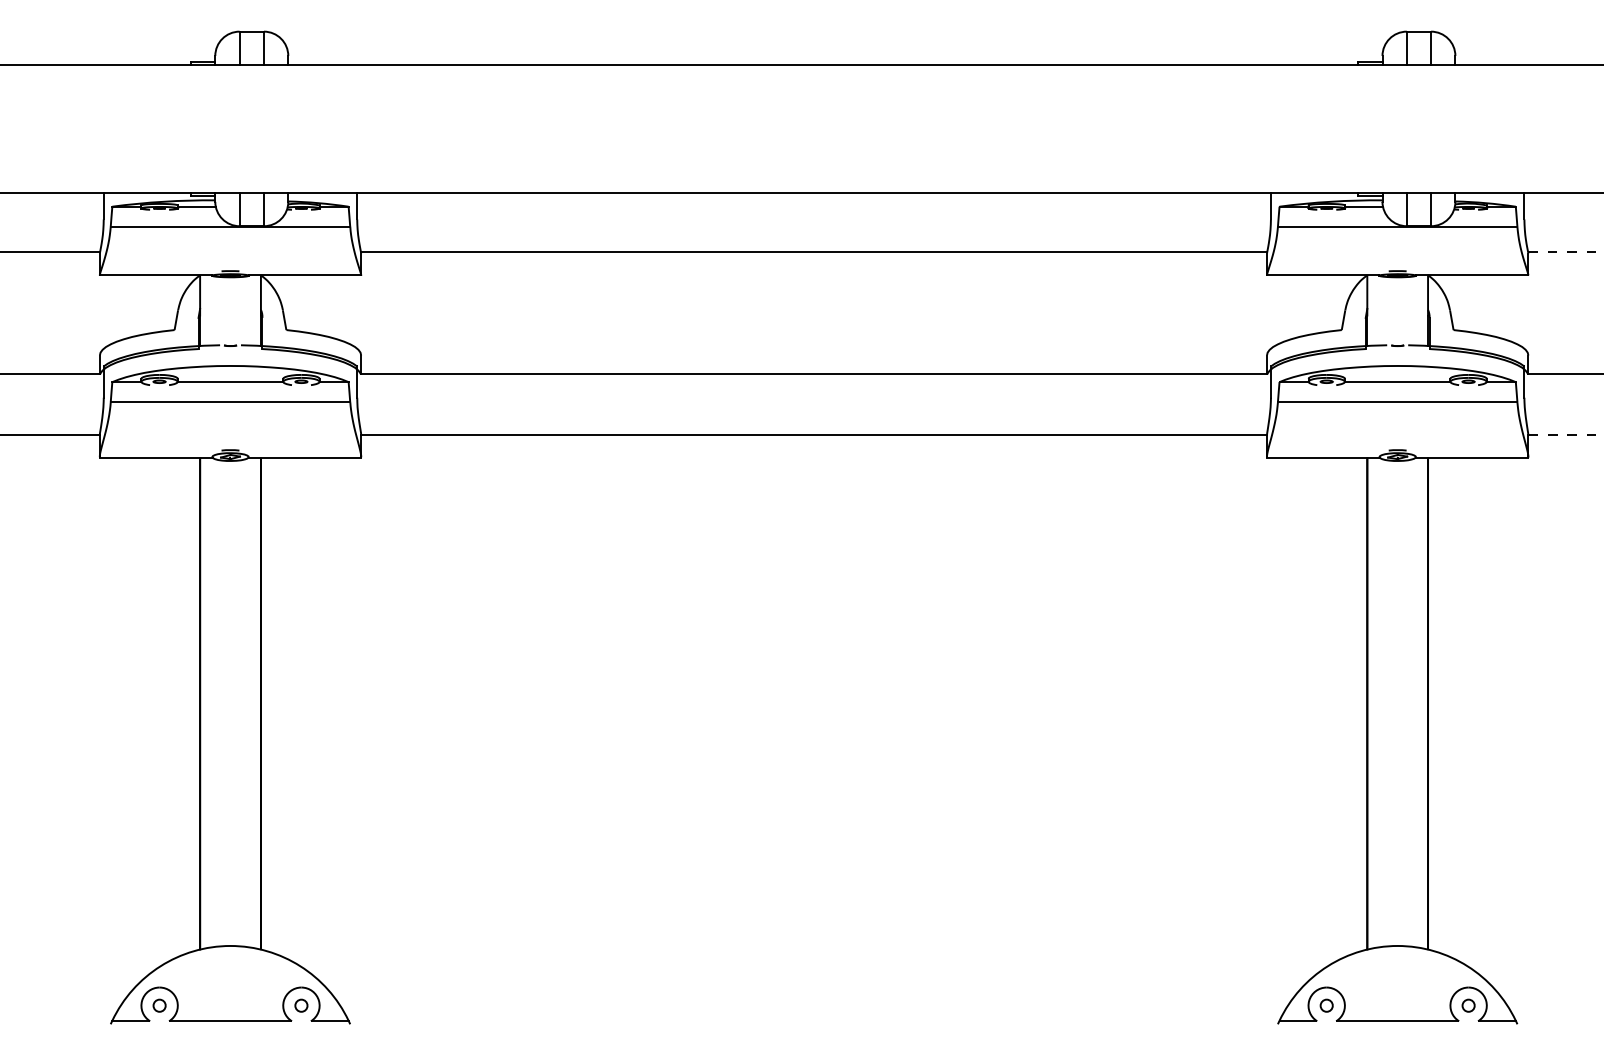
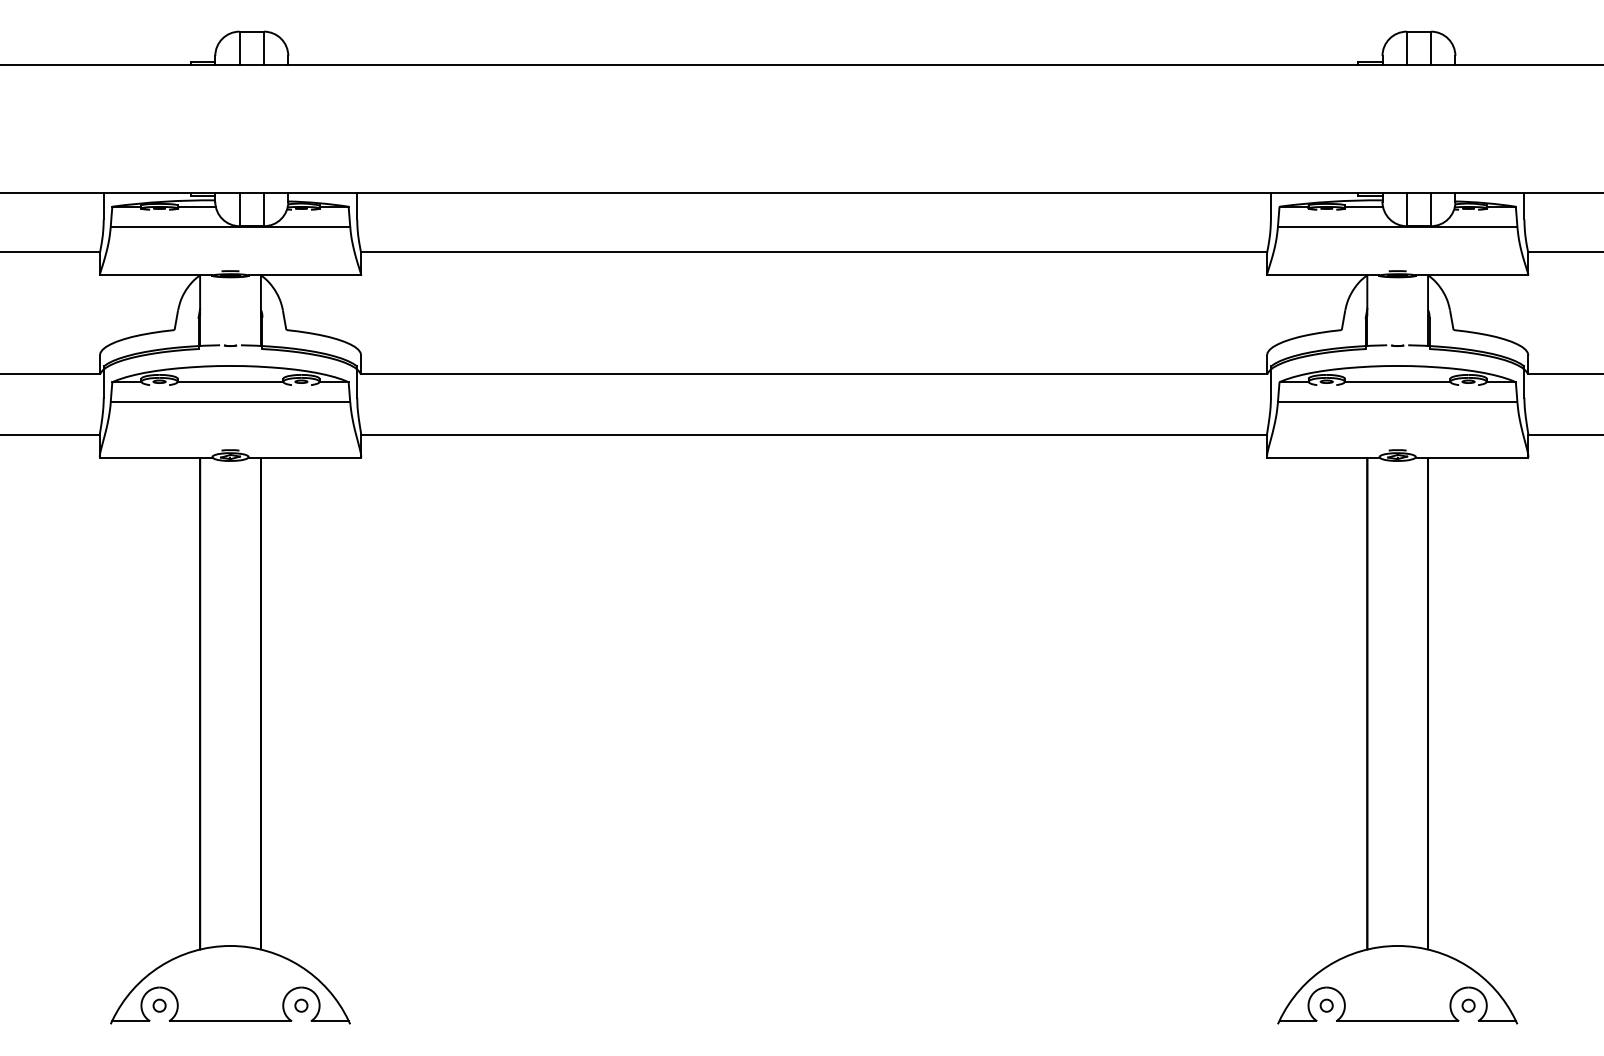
line at (1566, 252): dashed -> solid
line at (1566, 435): dashed -> solid
